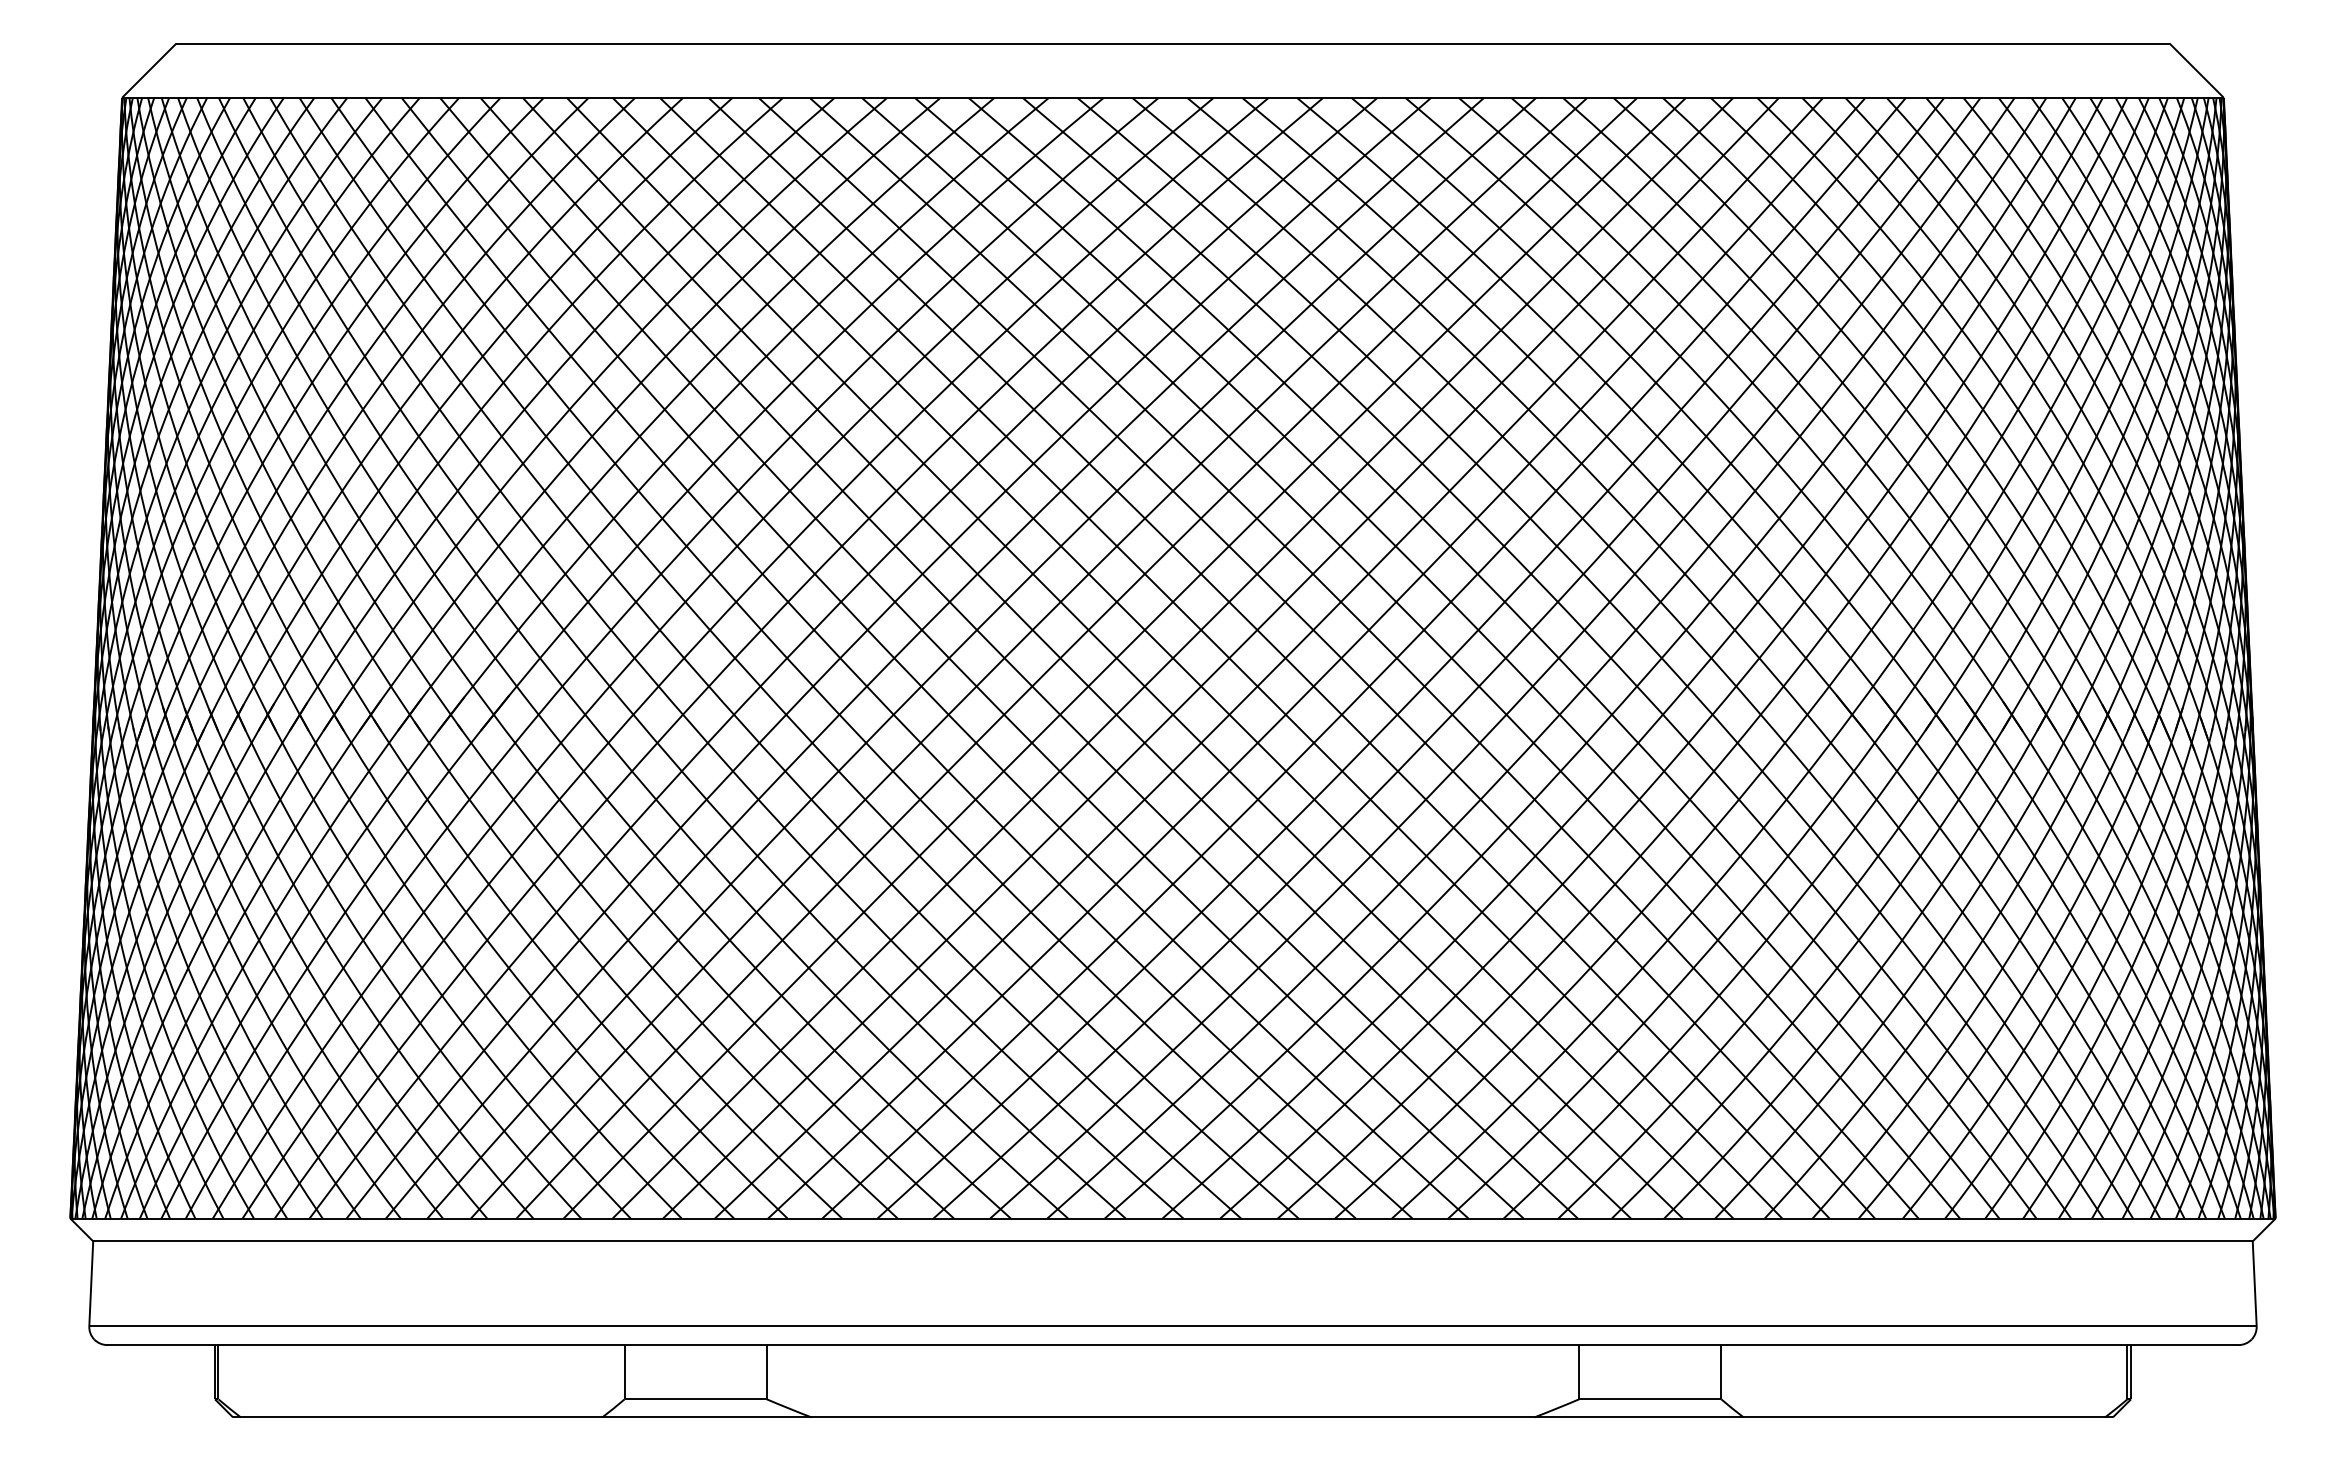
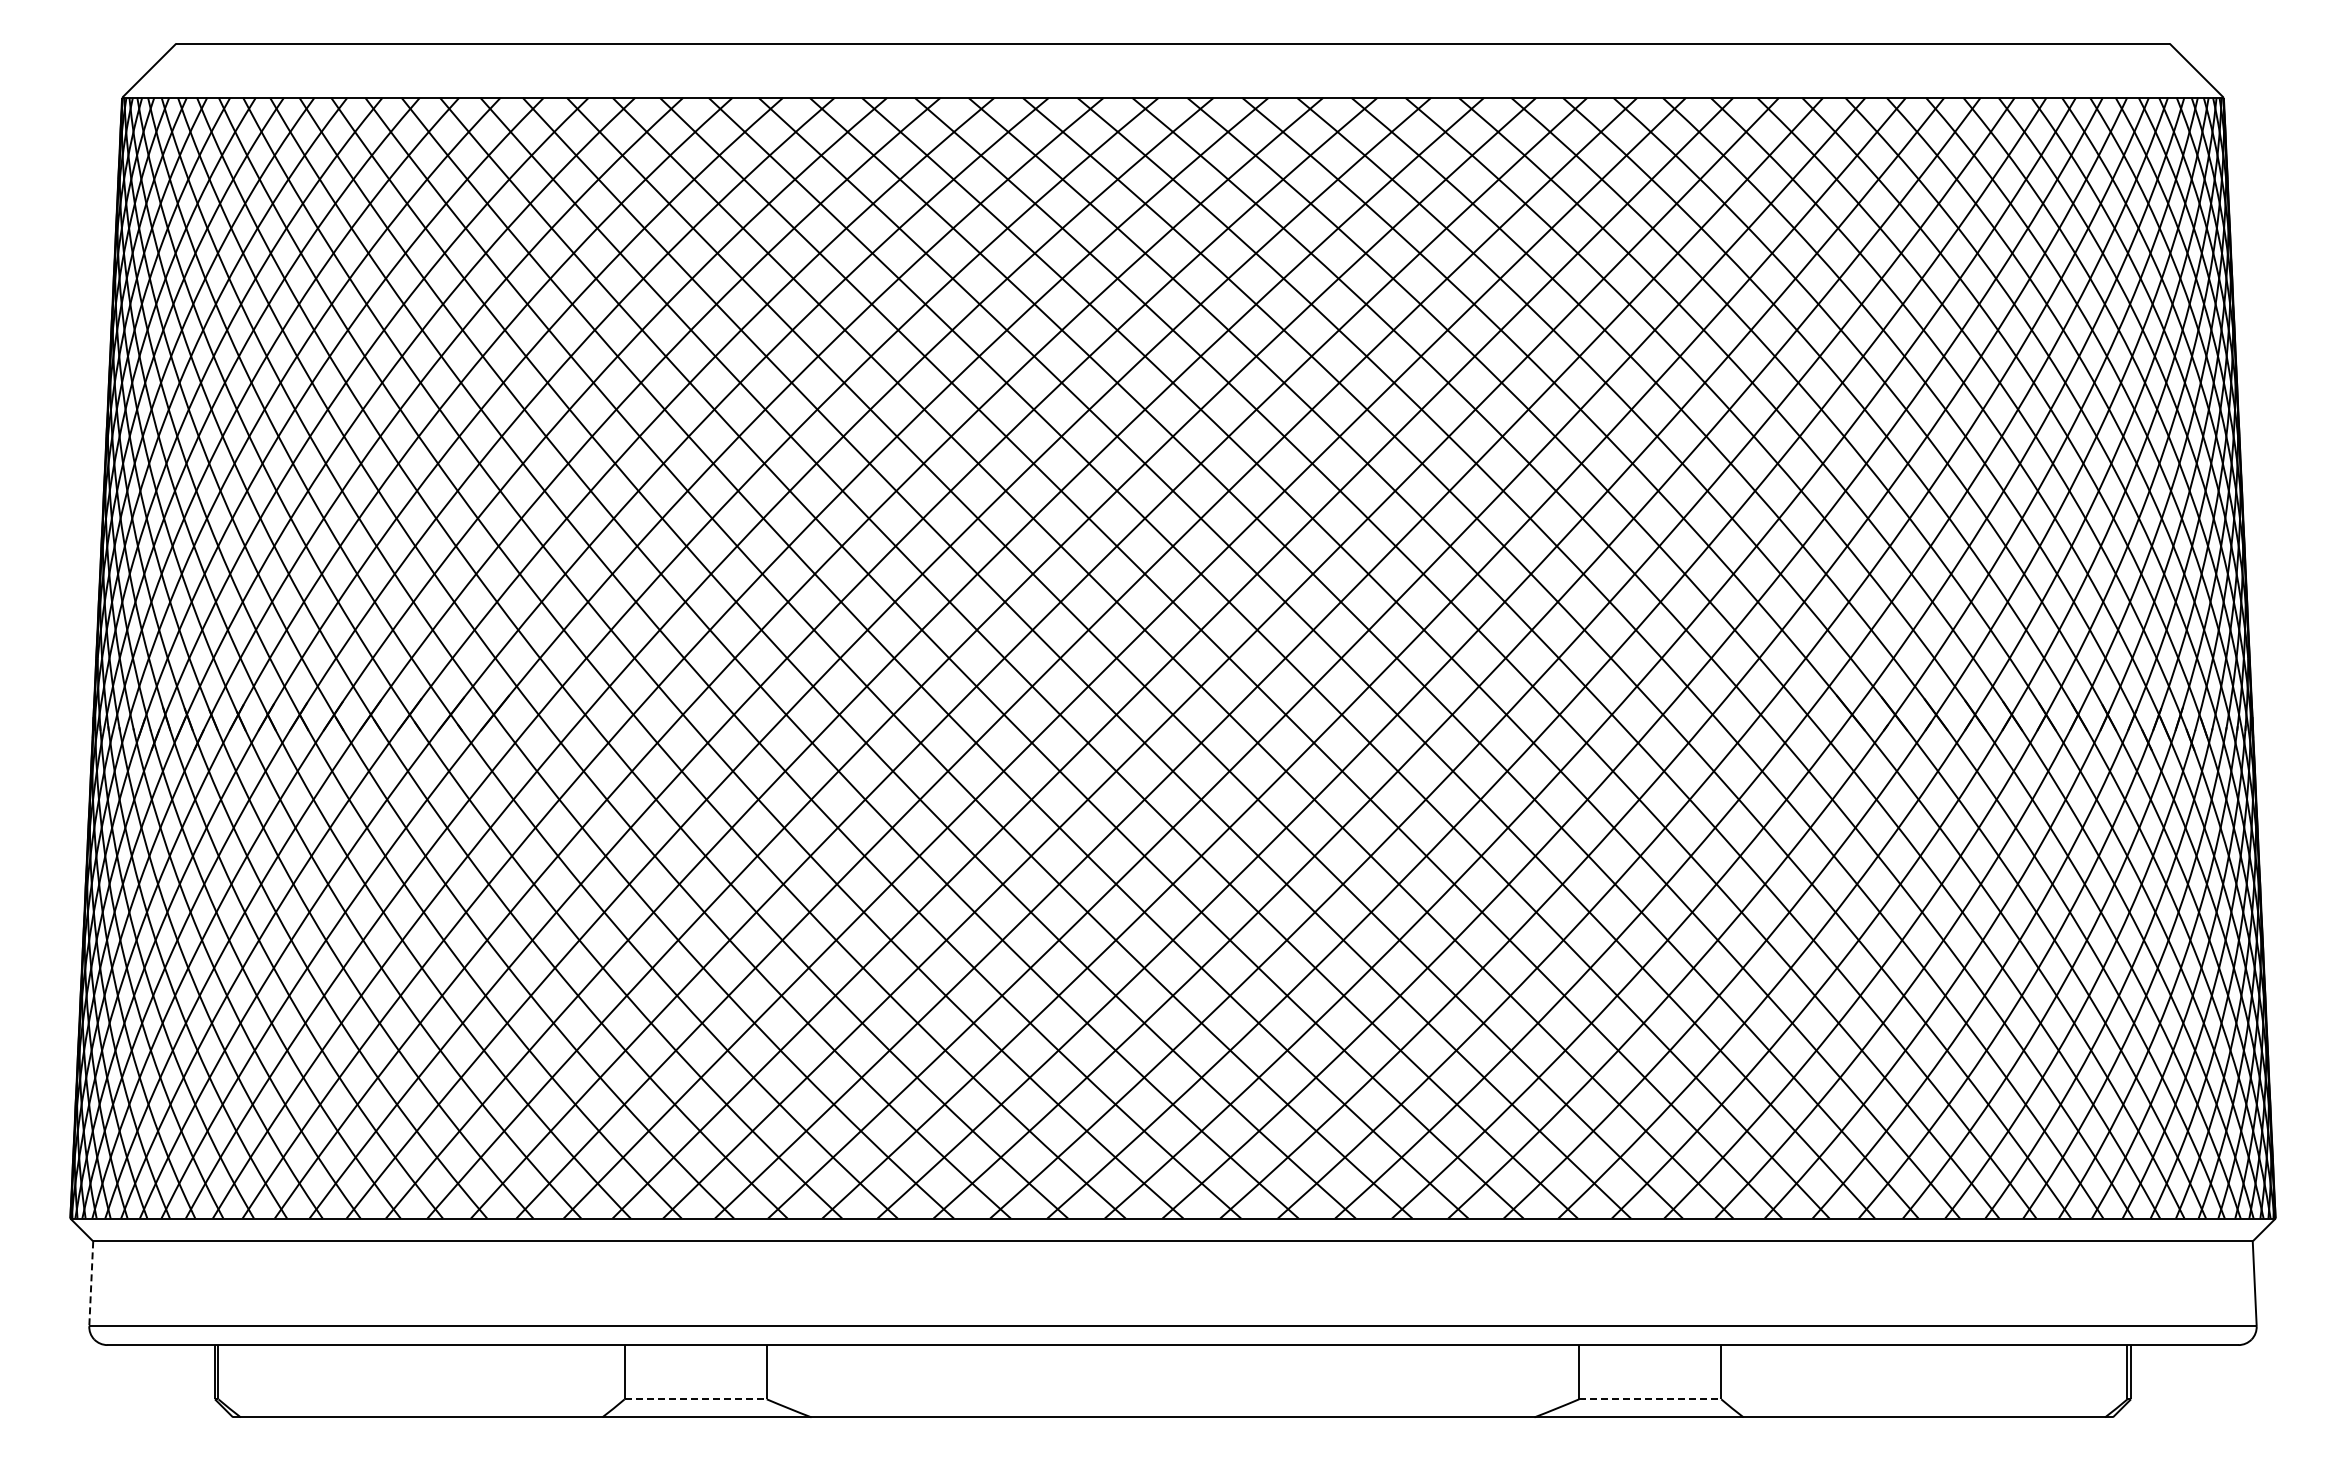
line at (91, 1284): solid -> dashed
line at (696, 1399): solid -> dashed
line at (1650, 1399): solid -> dashed
